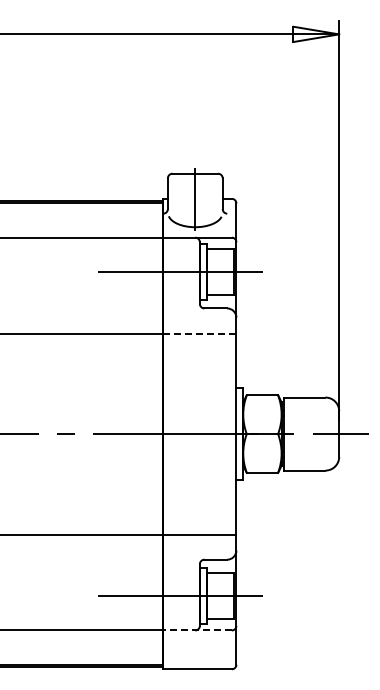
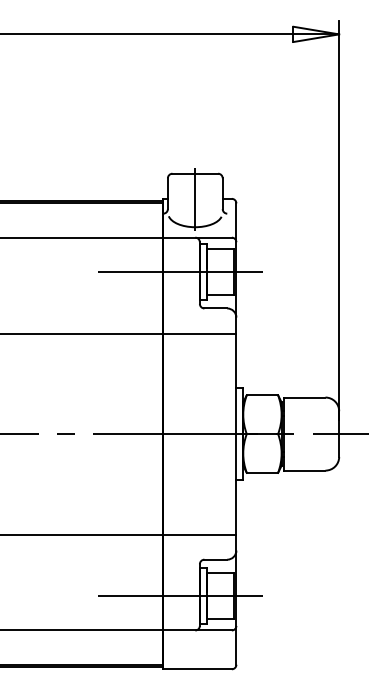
line at (199, 333): dashed -> solid
line at (197, 630): dashed -> solid
